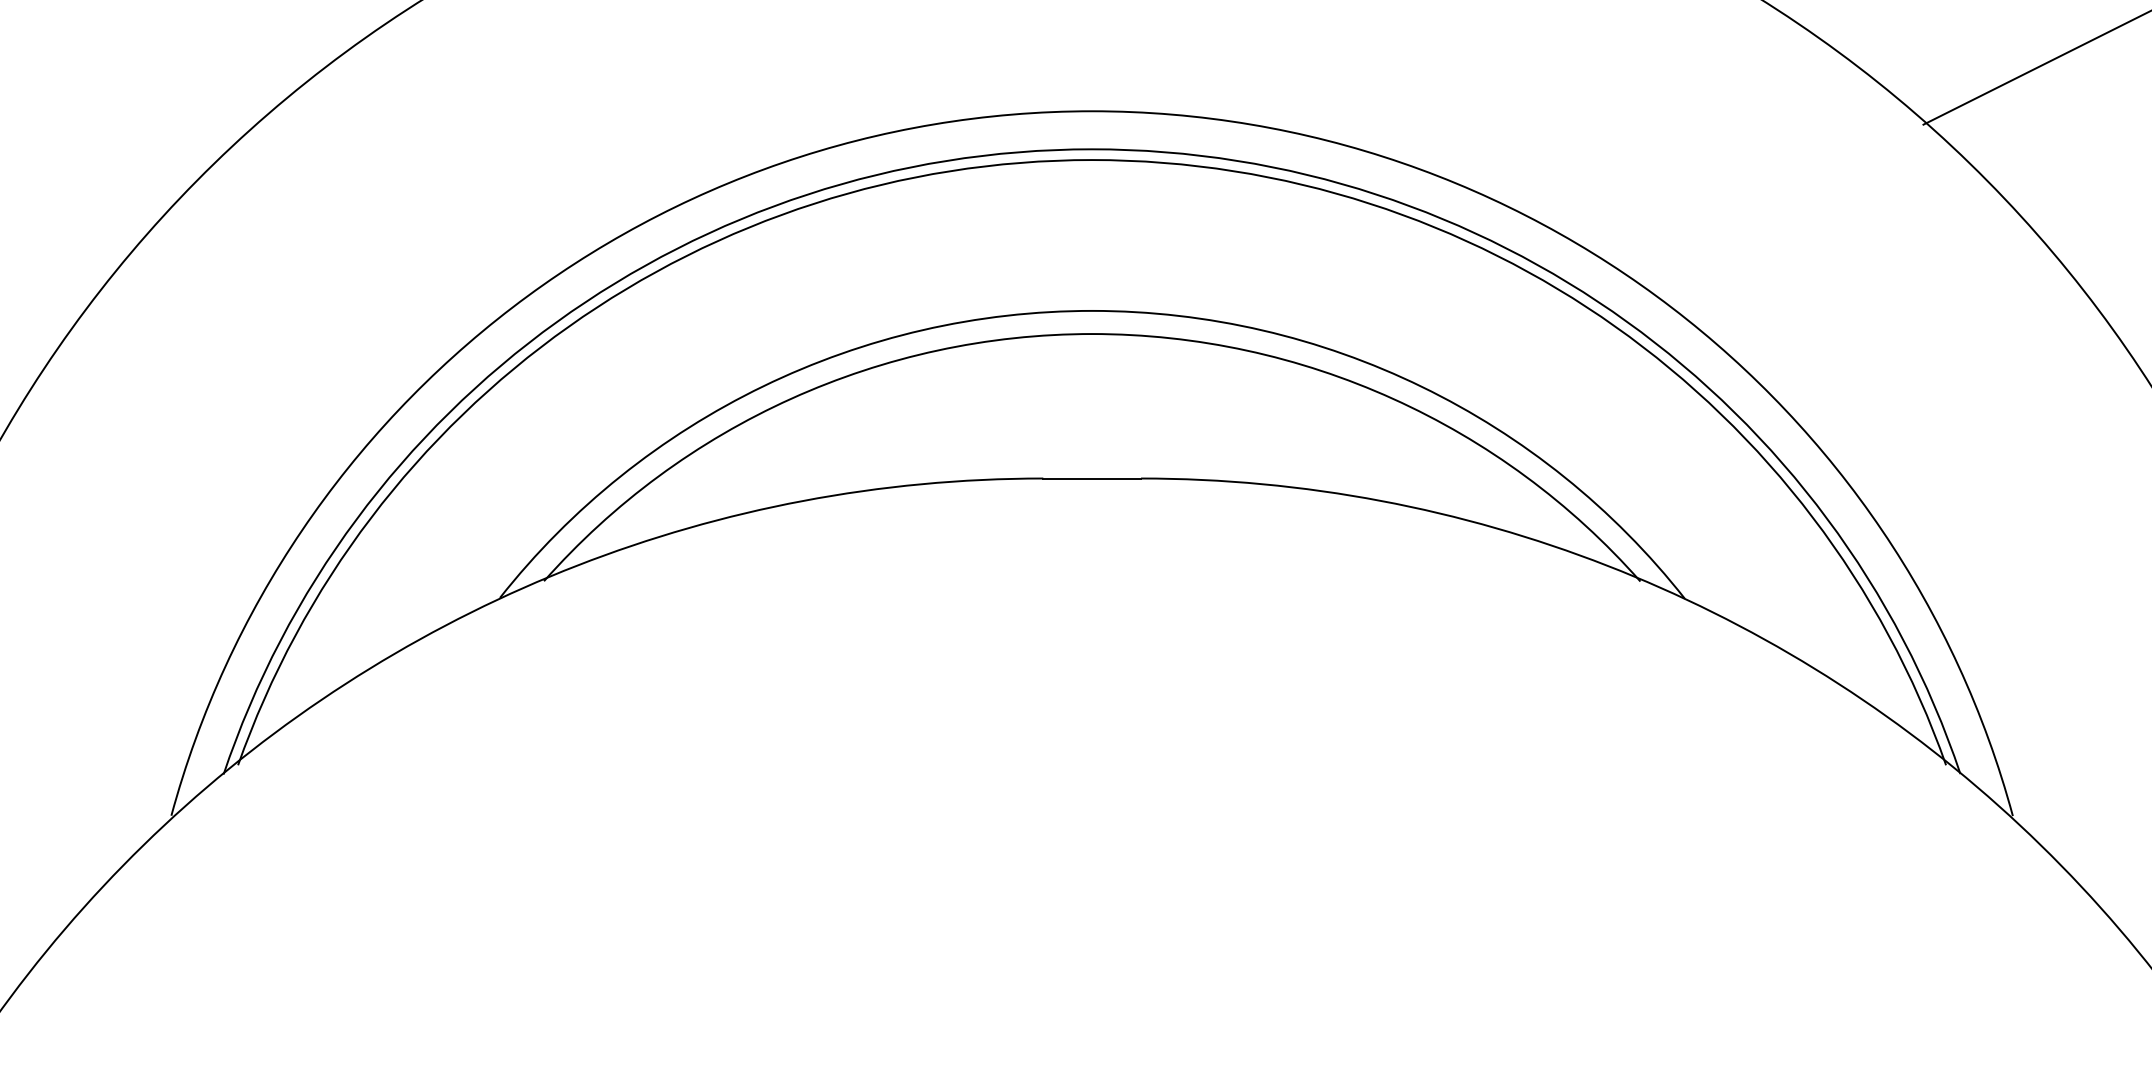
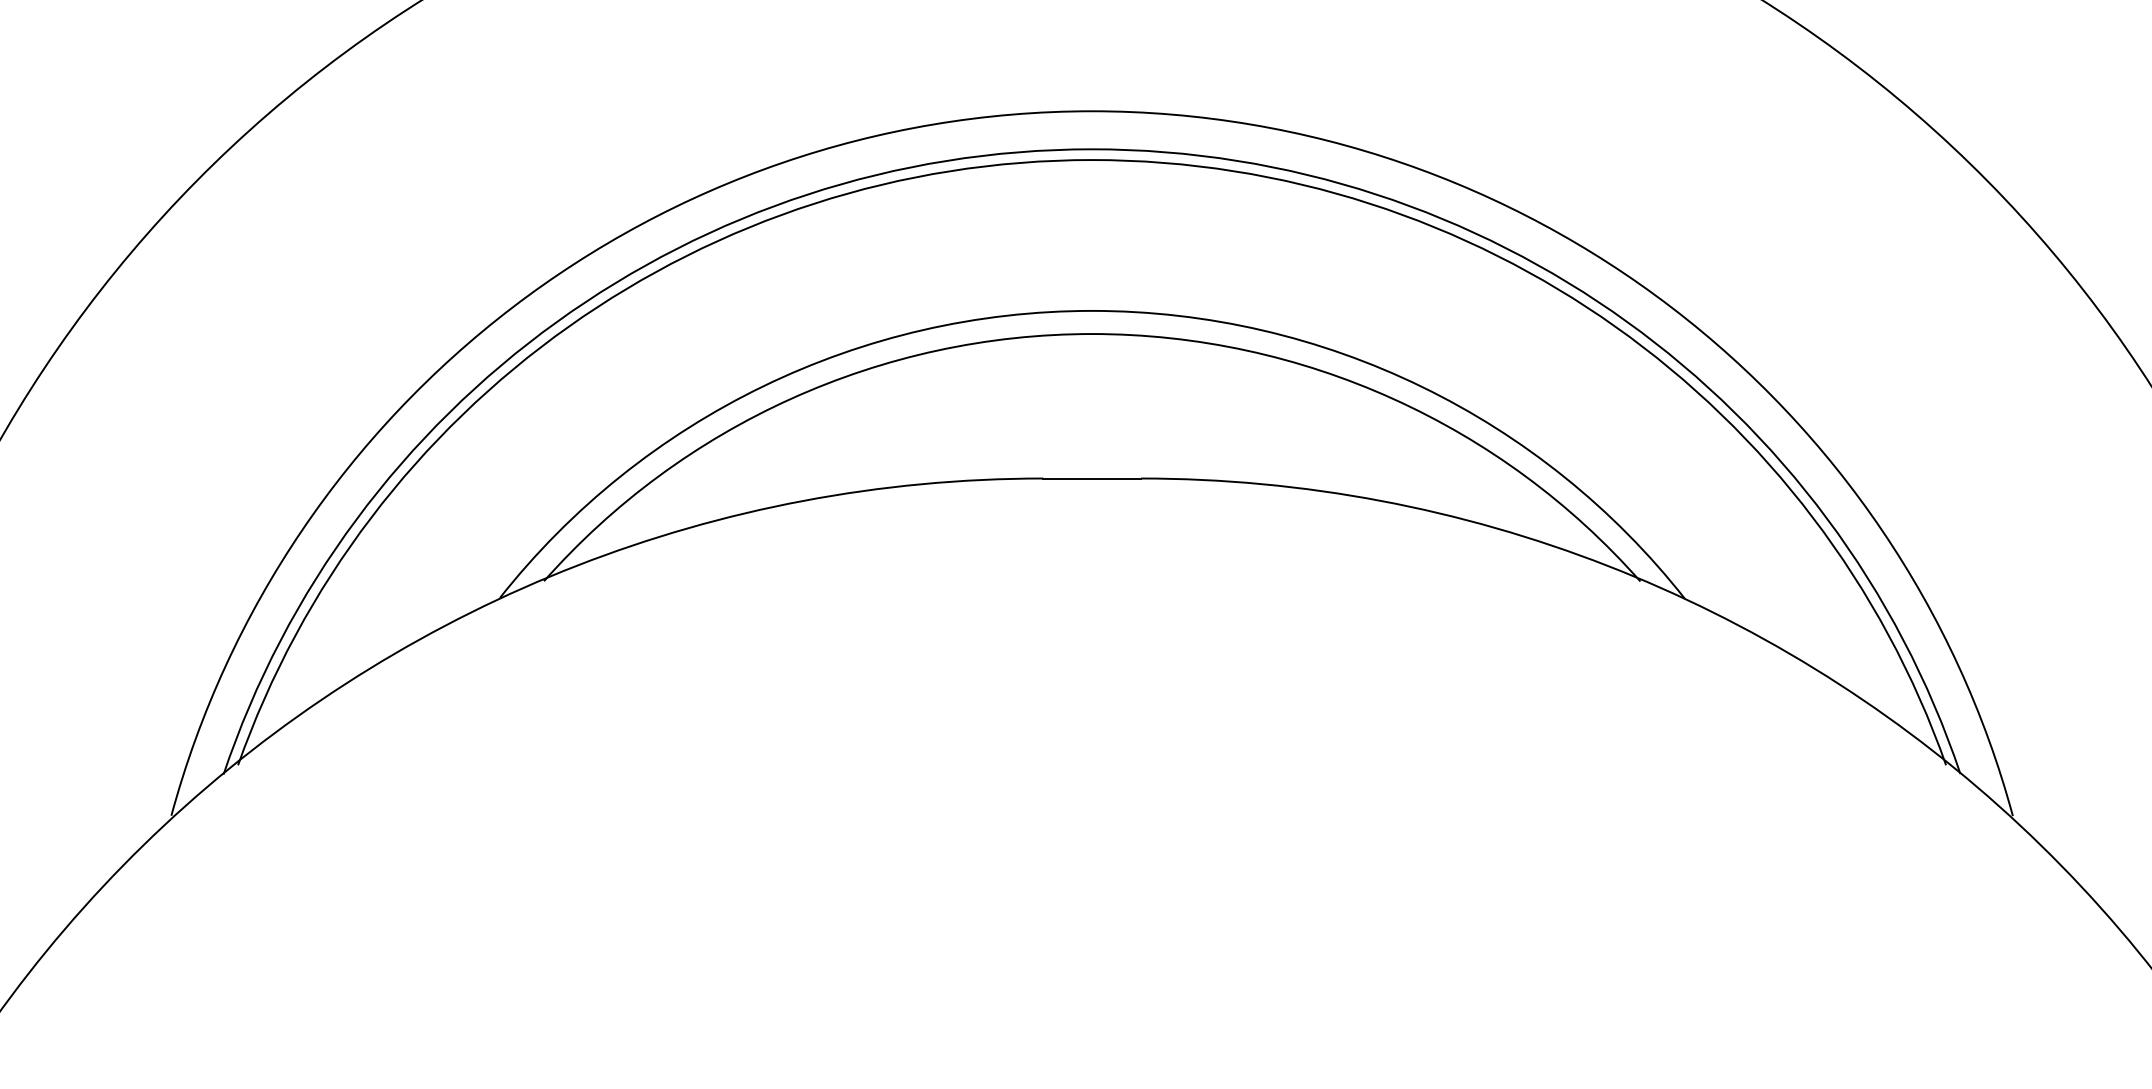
line at (2035, 67): present -> none
